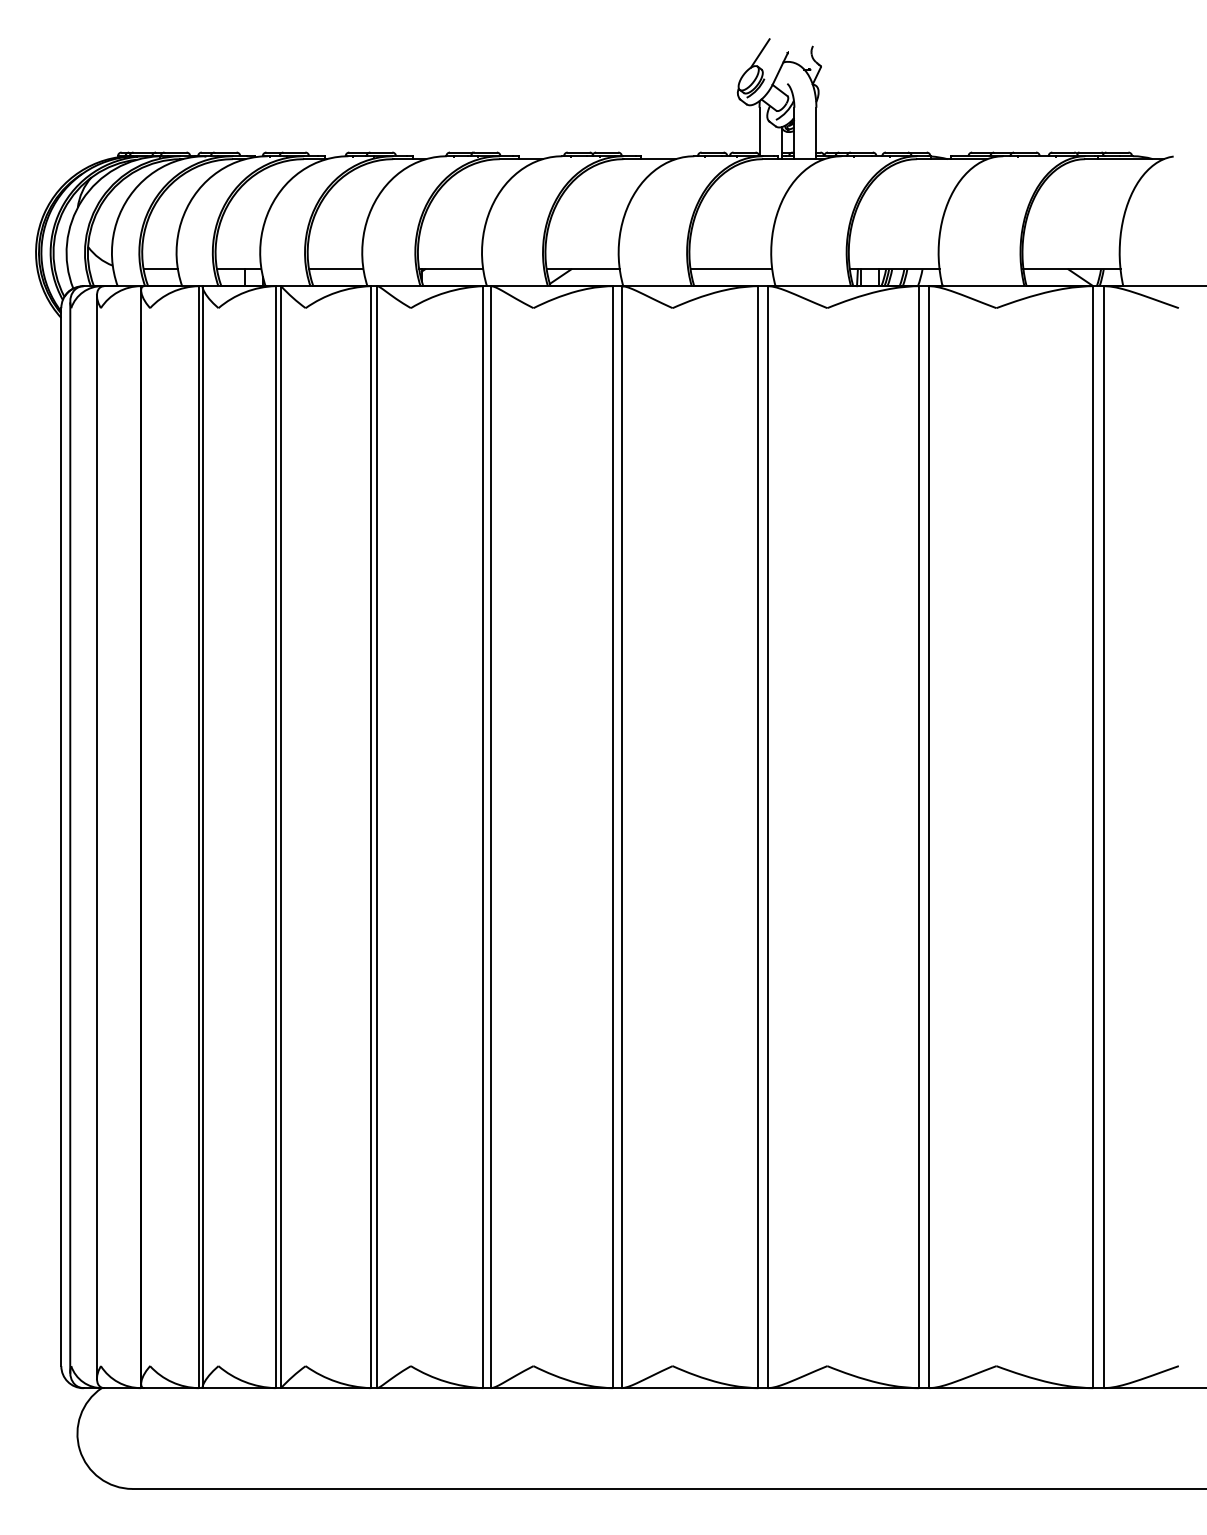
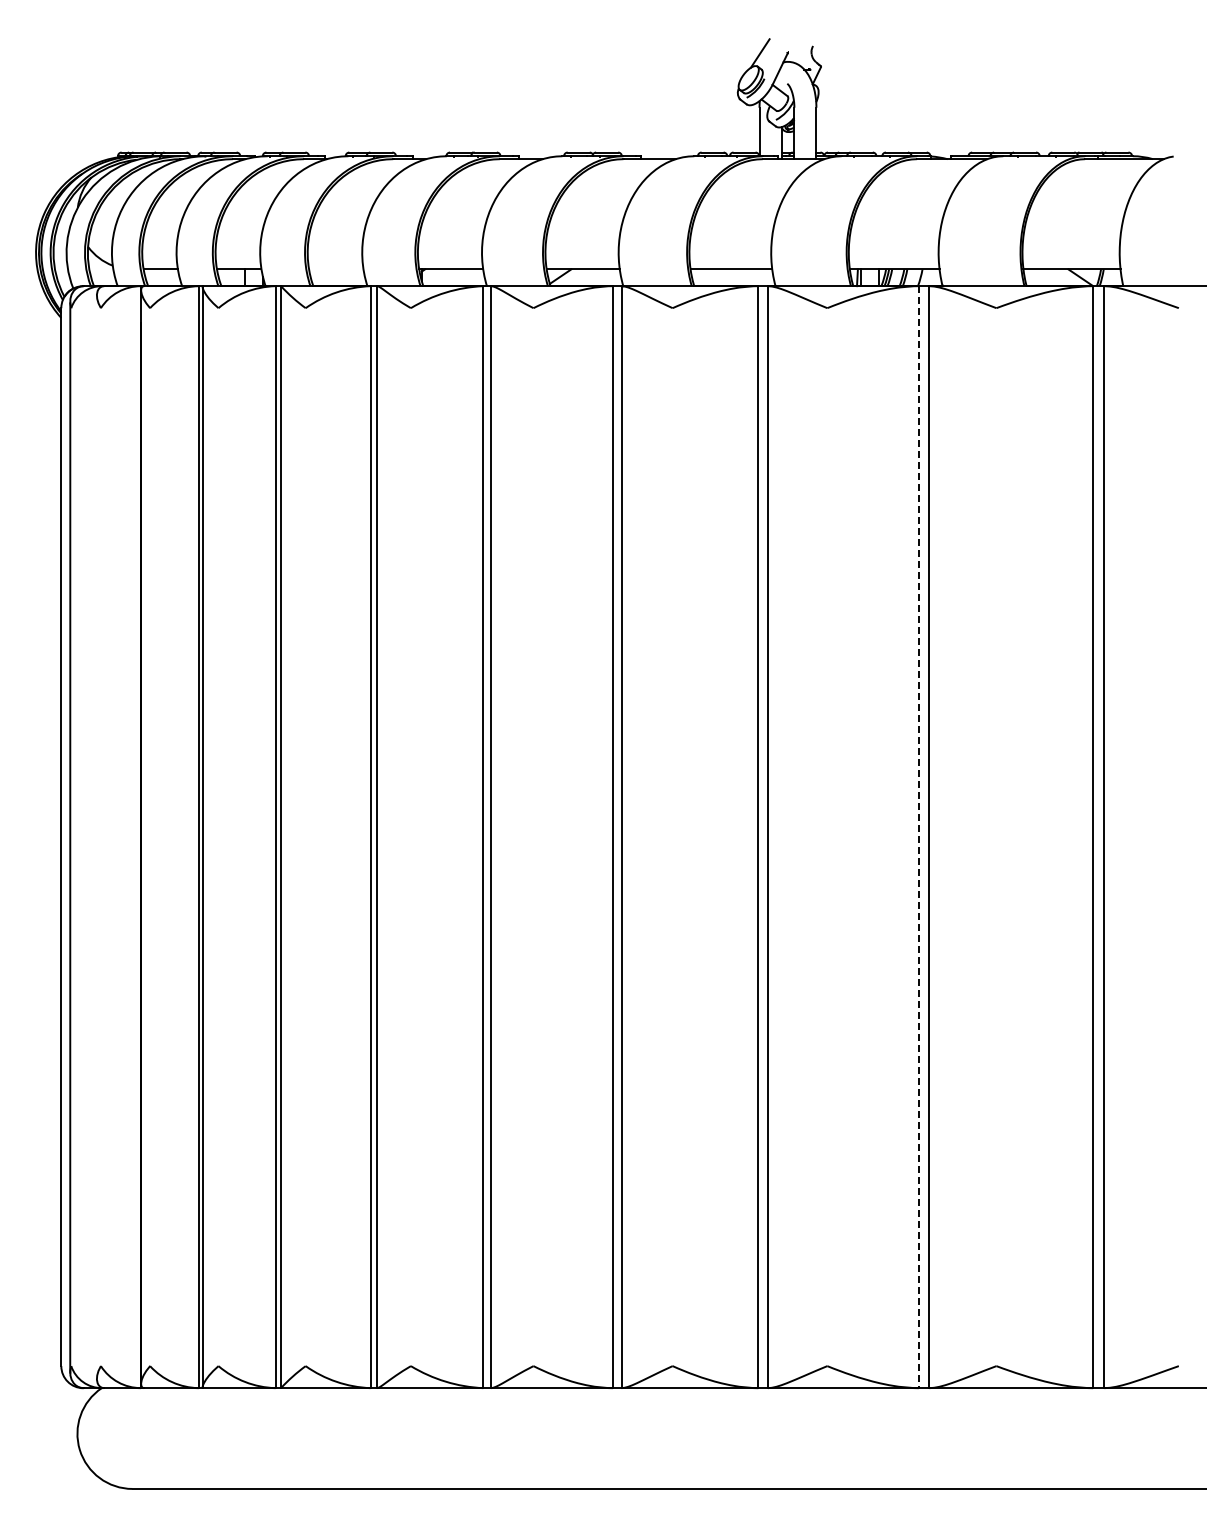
line at (336, 269): present -> none
line at (96, 836): present -> none
line at (918, 837): solid -> dashed
